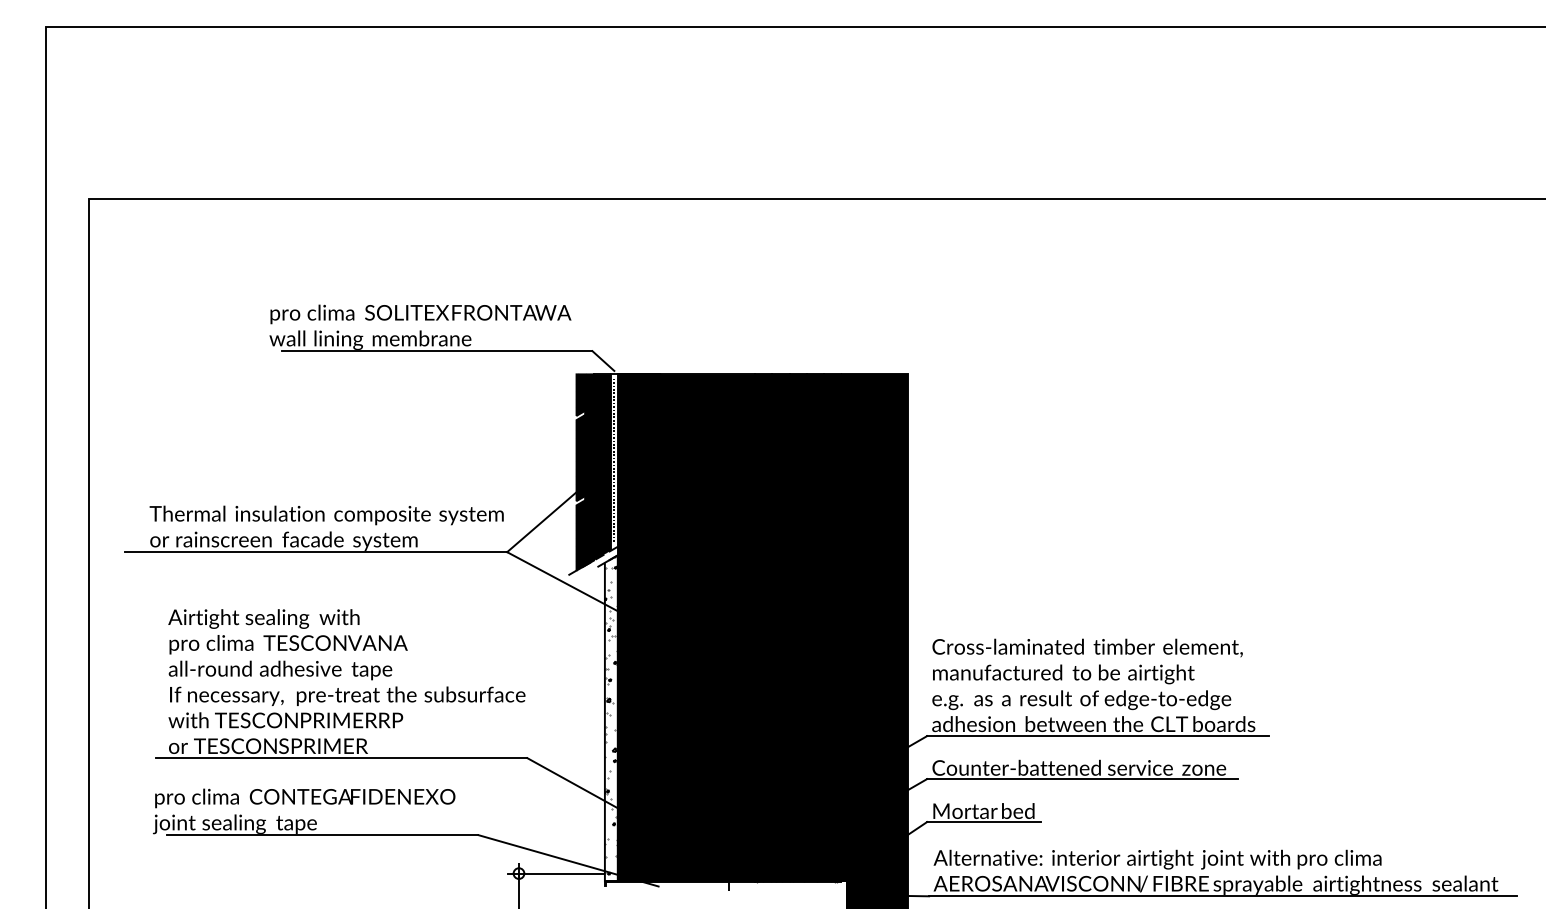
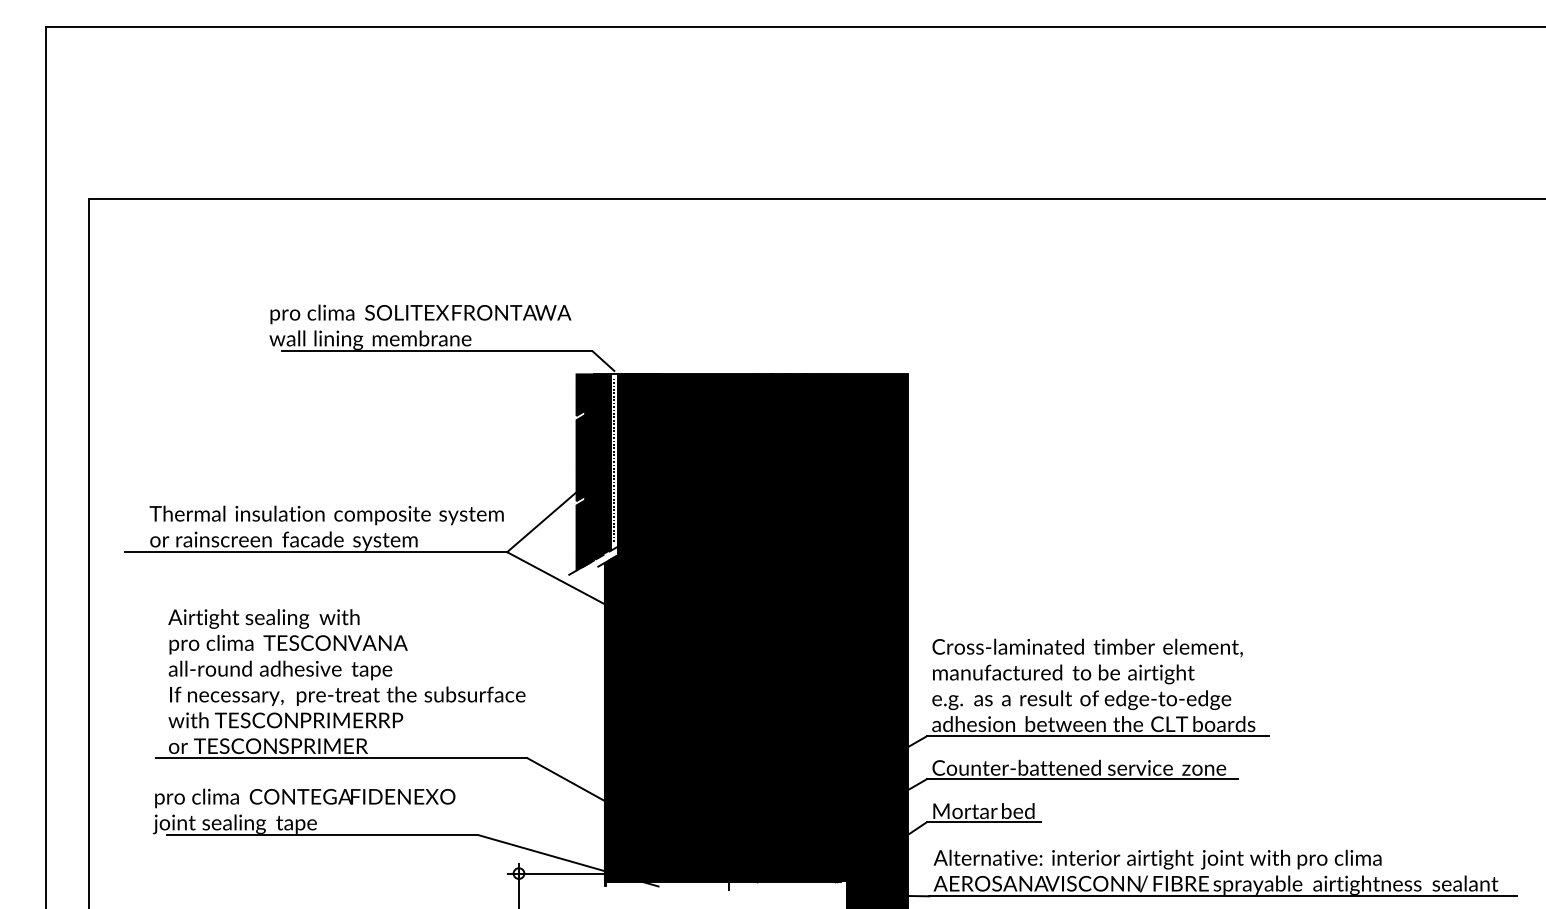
fill at (610, 718): none -> present
